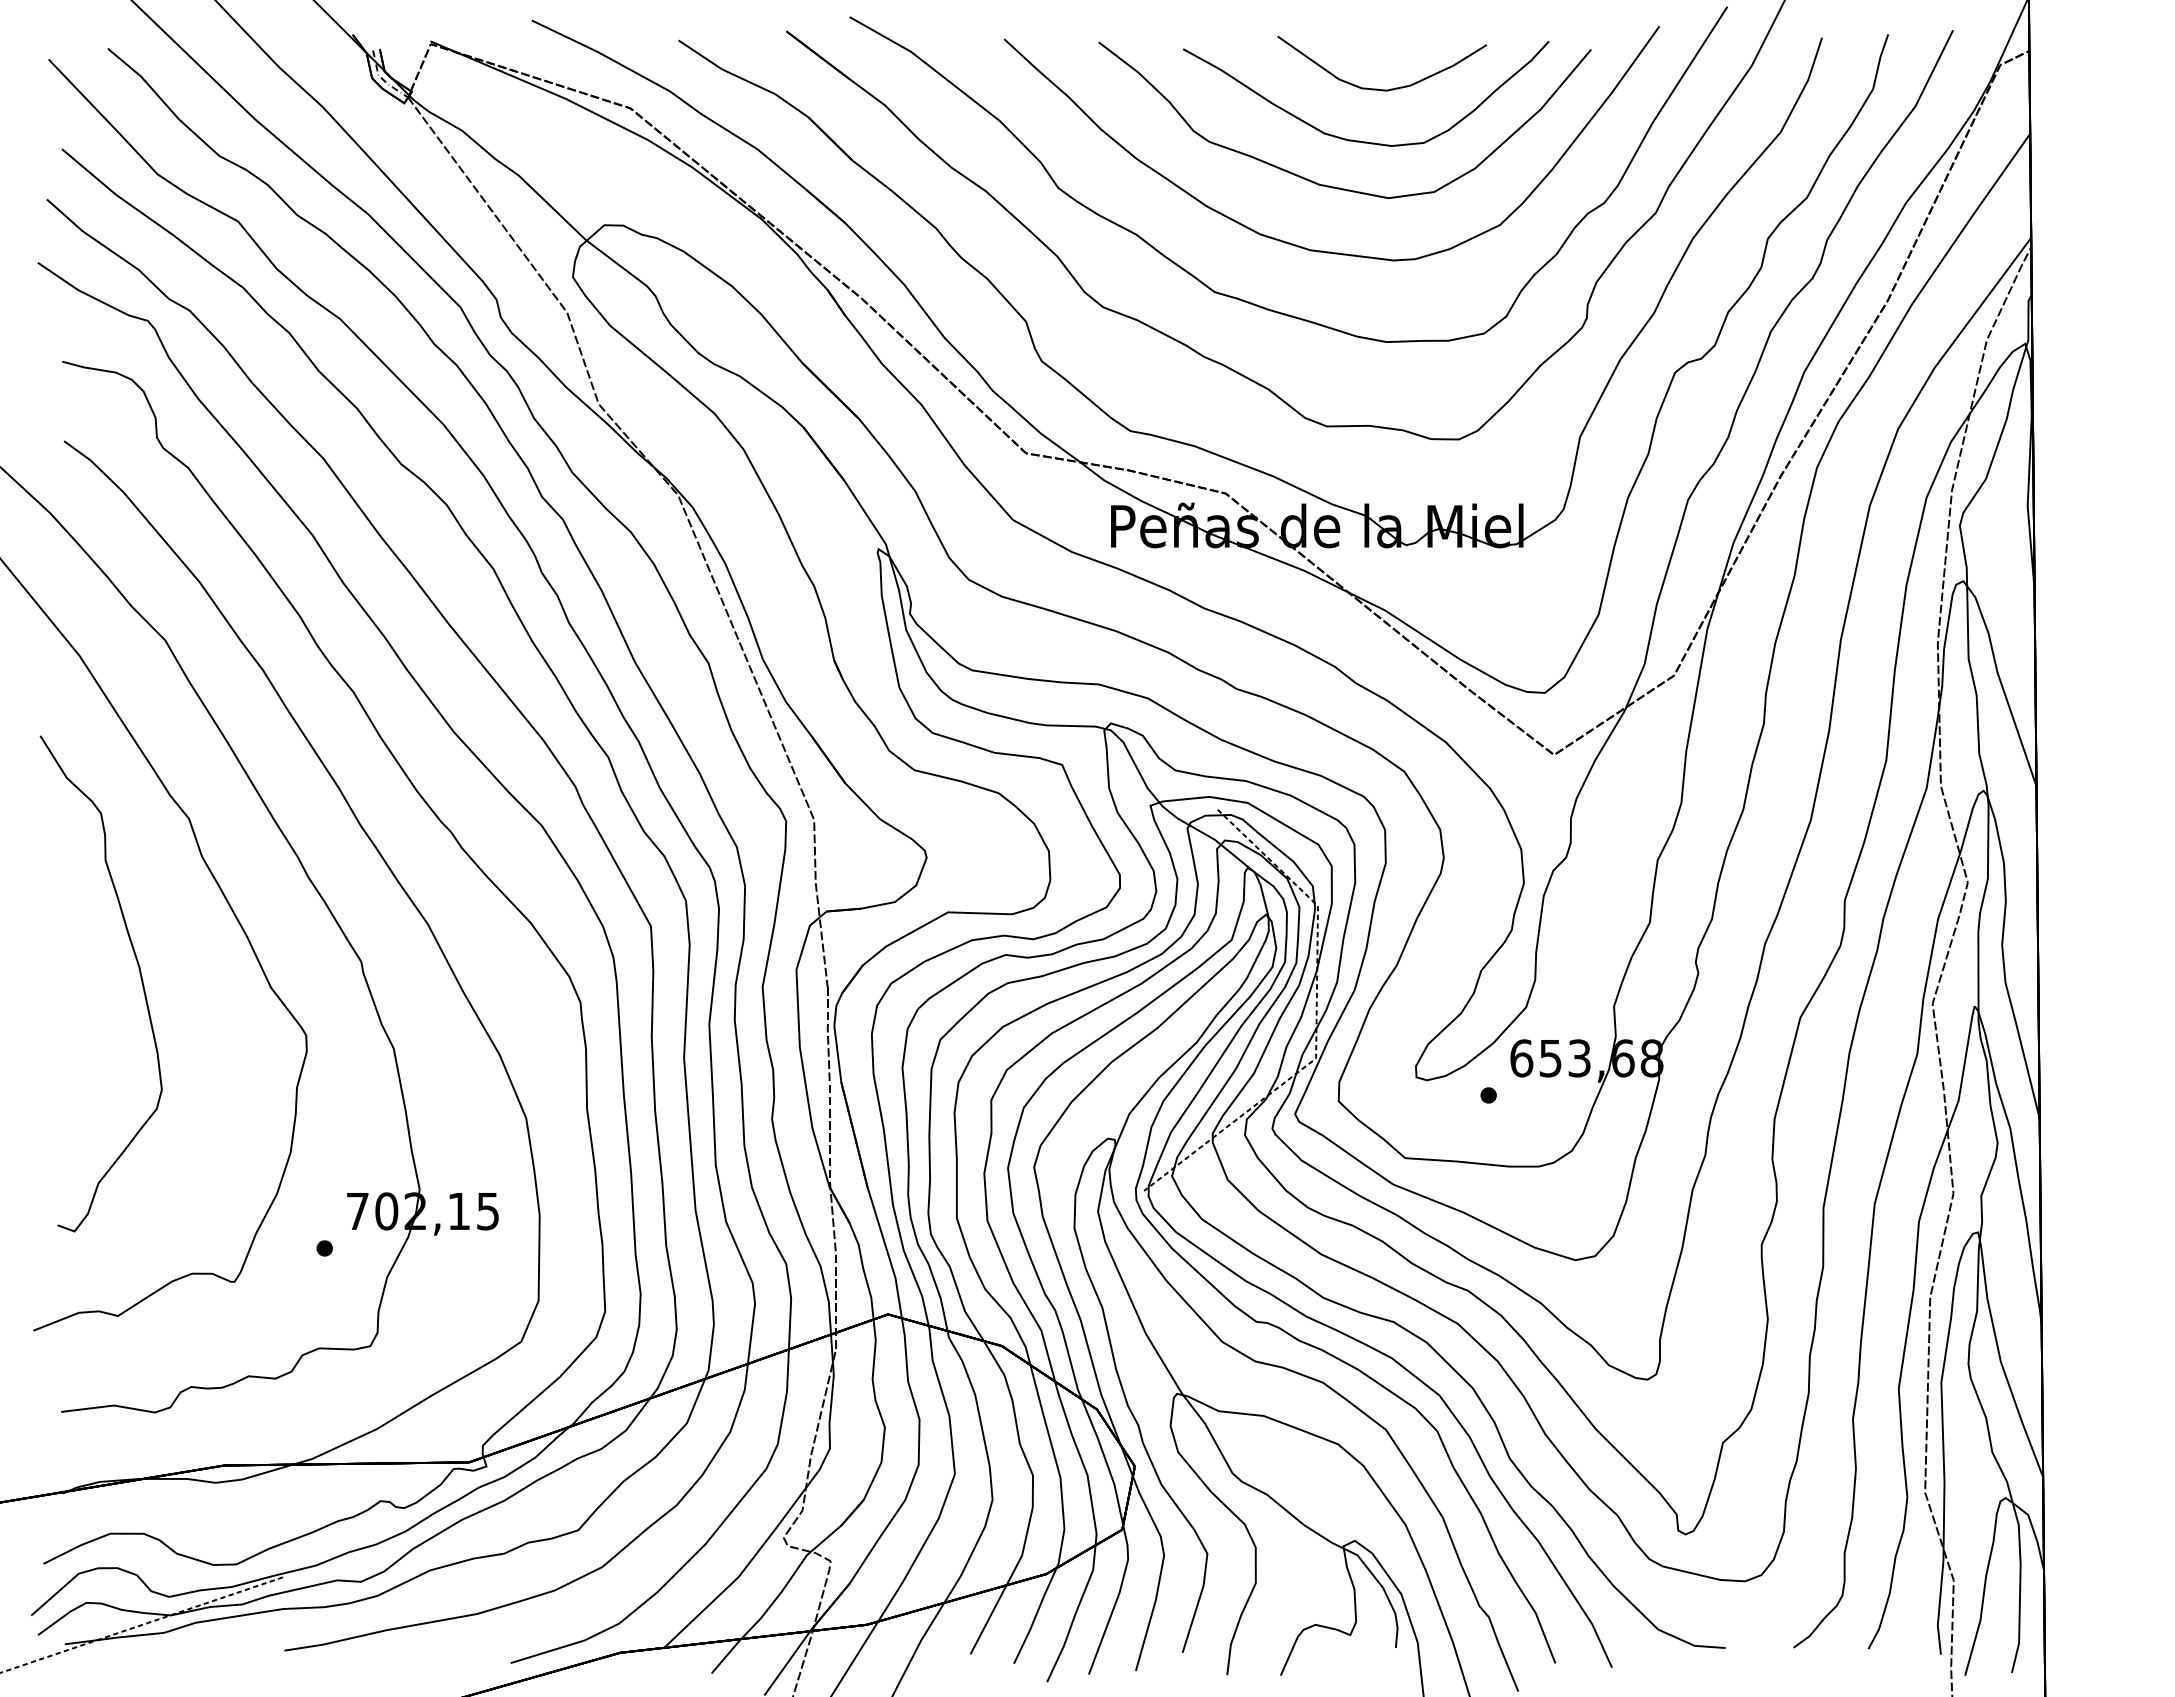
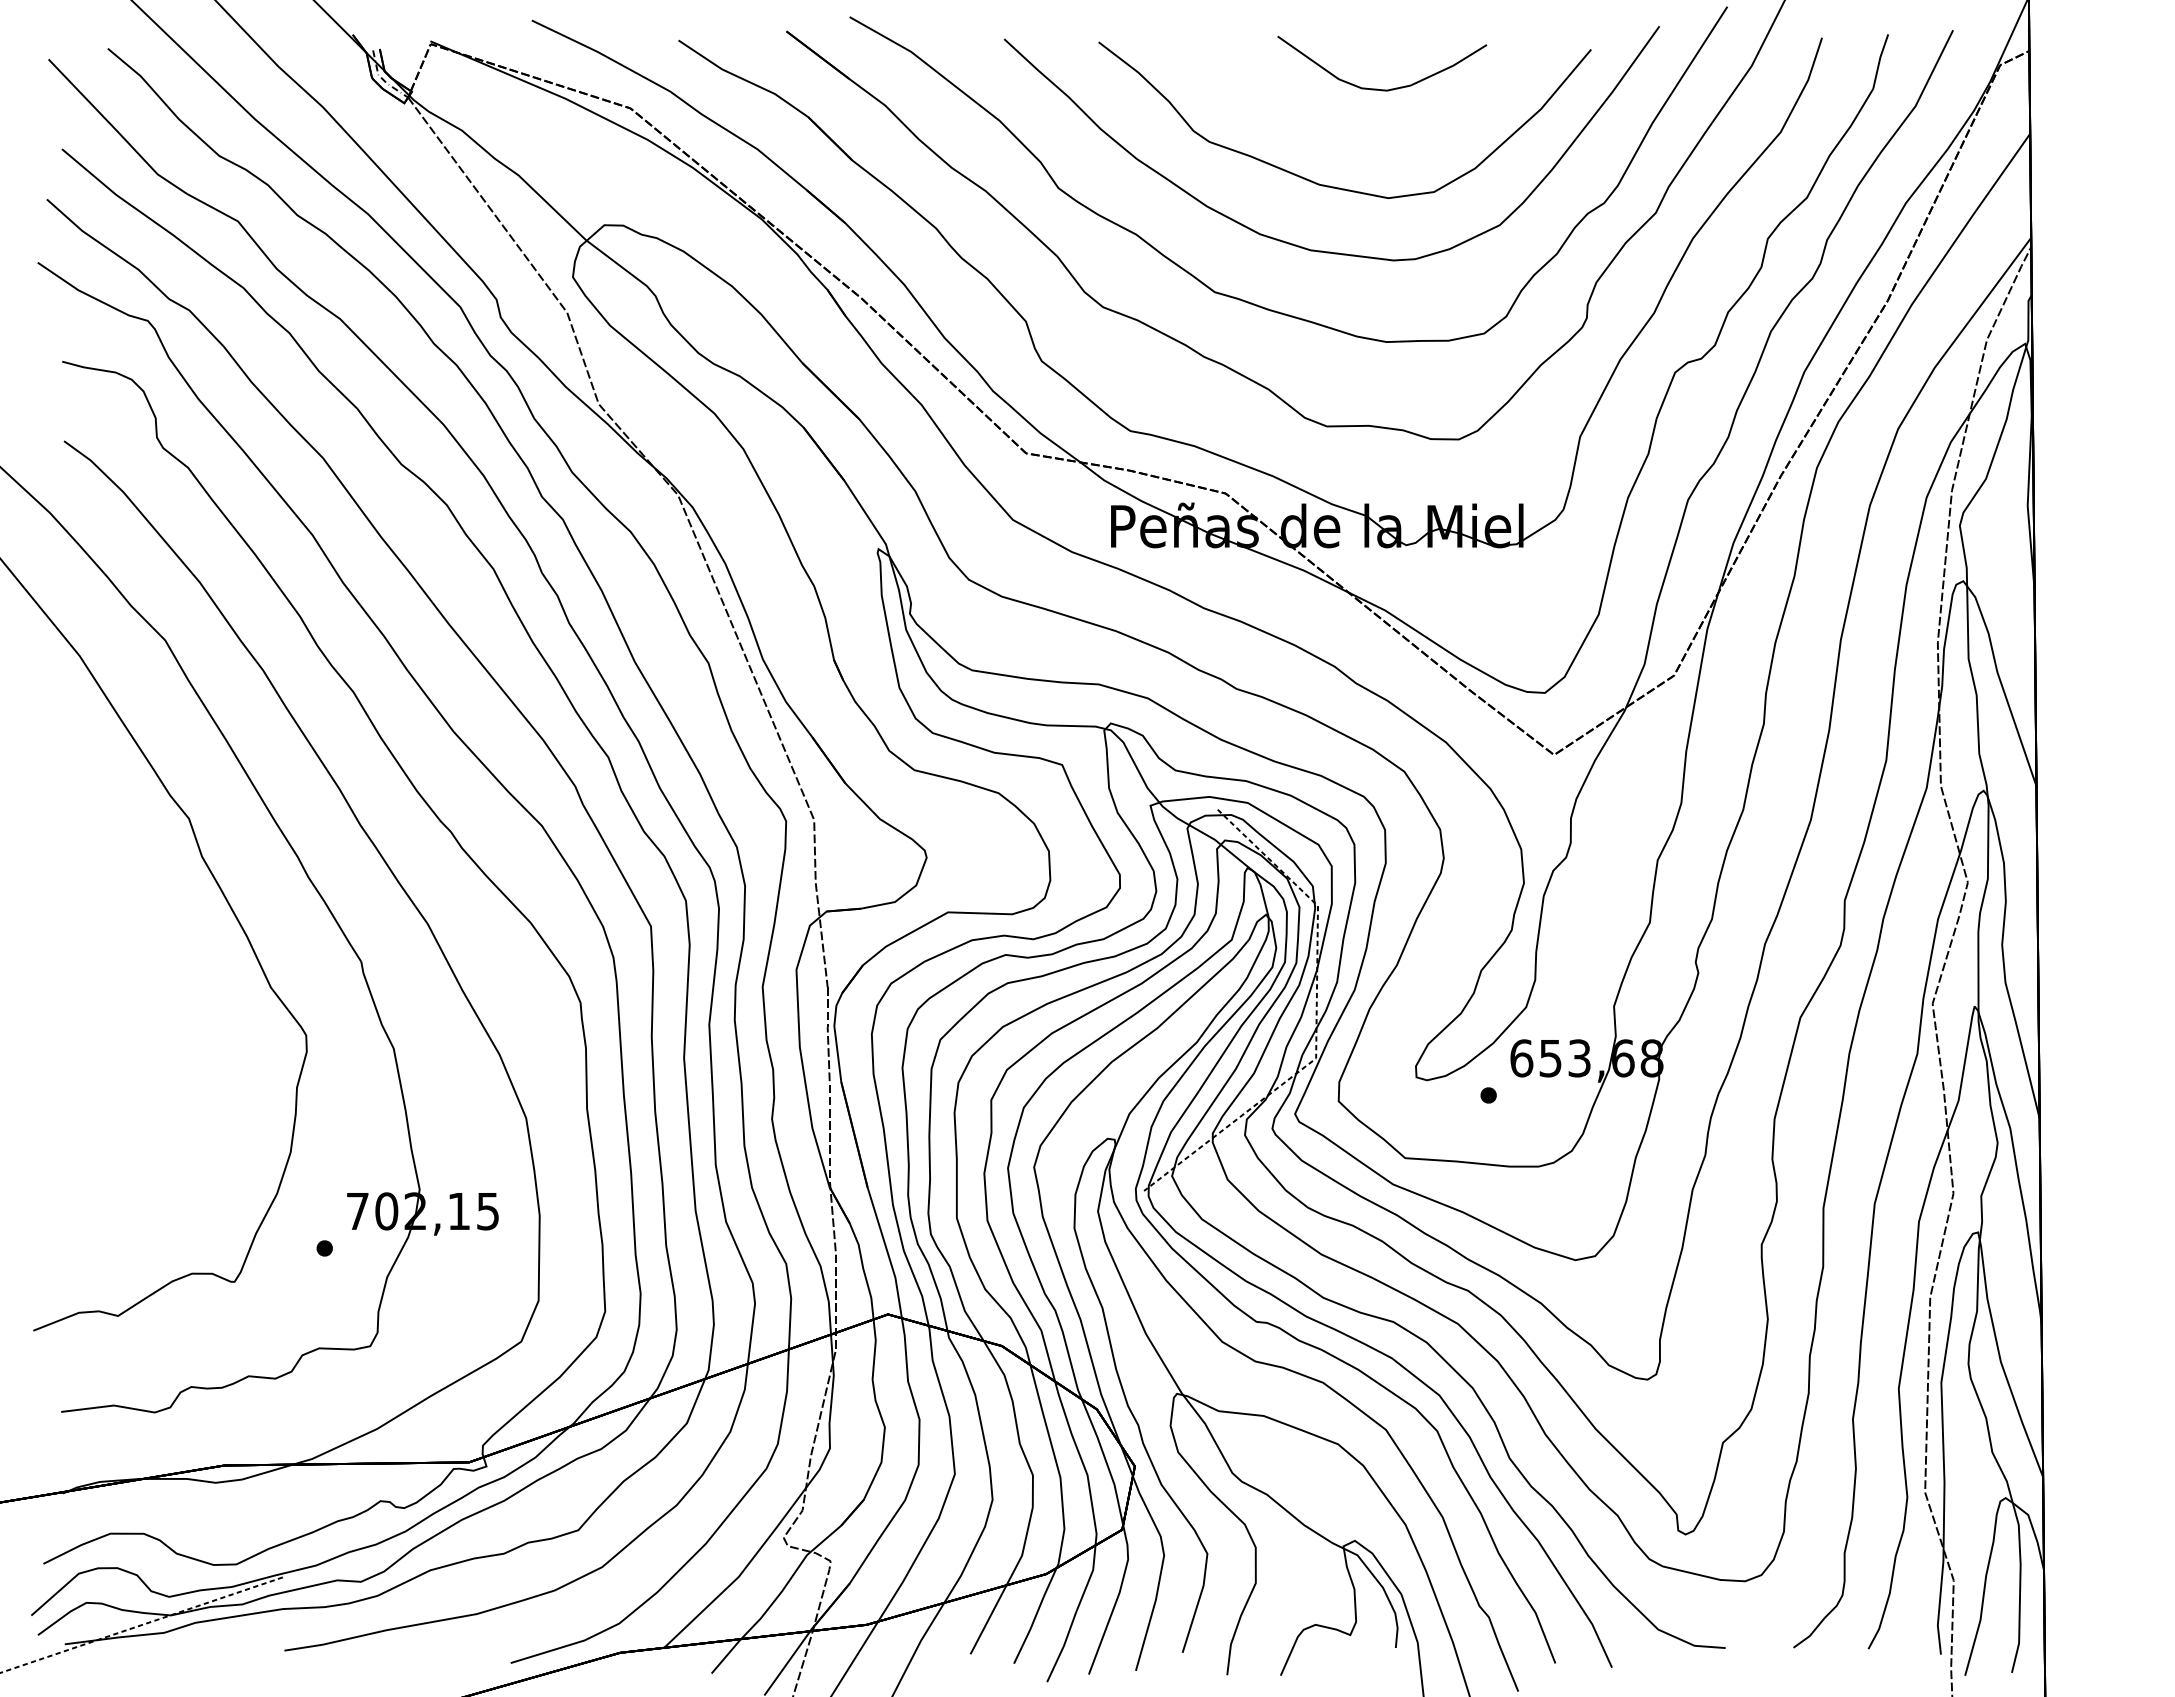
curve at (1359, 140): present -> none
curve at (139, 973): present -> none
